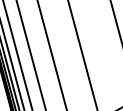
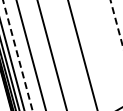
line at (116, 23): solid -> dashed
line at (17, 55): solid -> dashed
